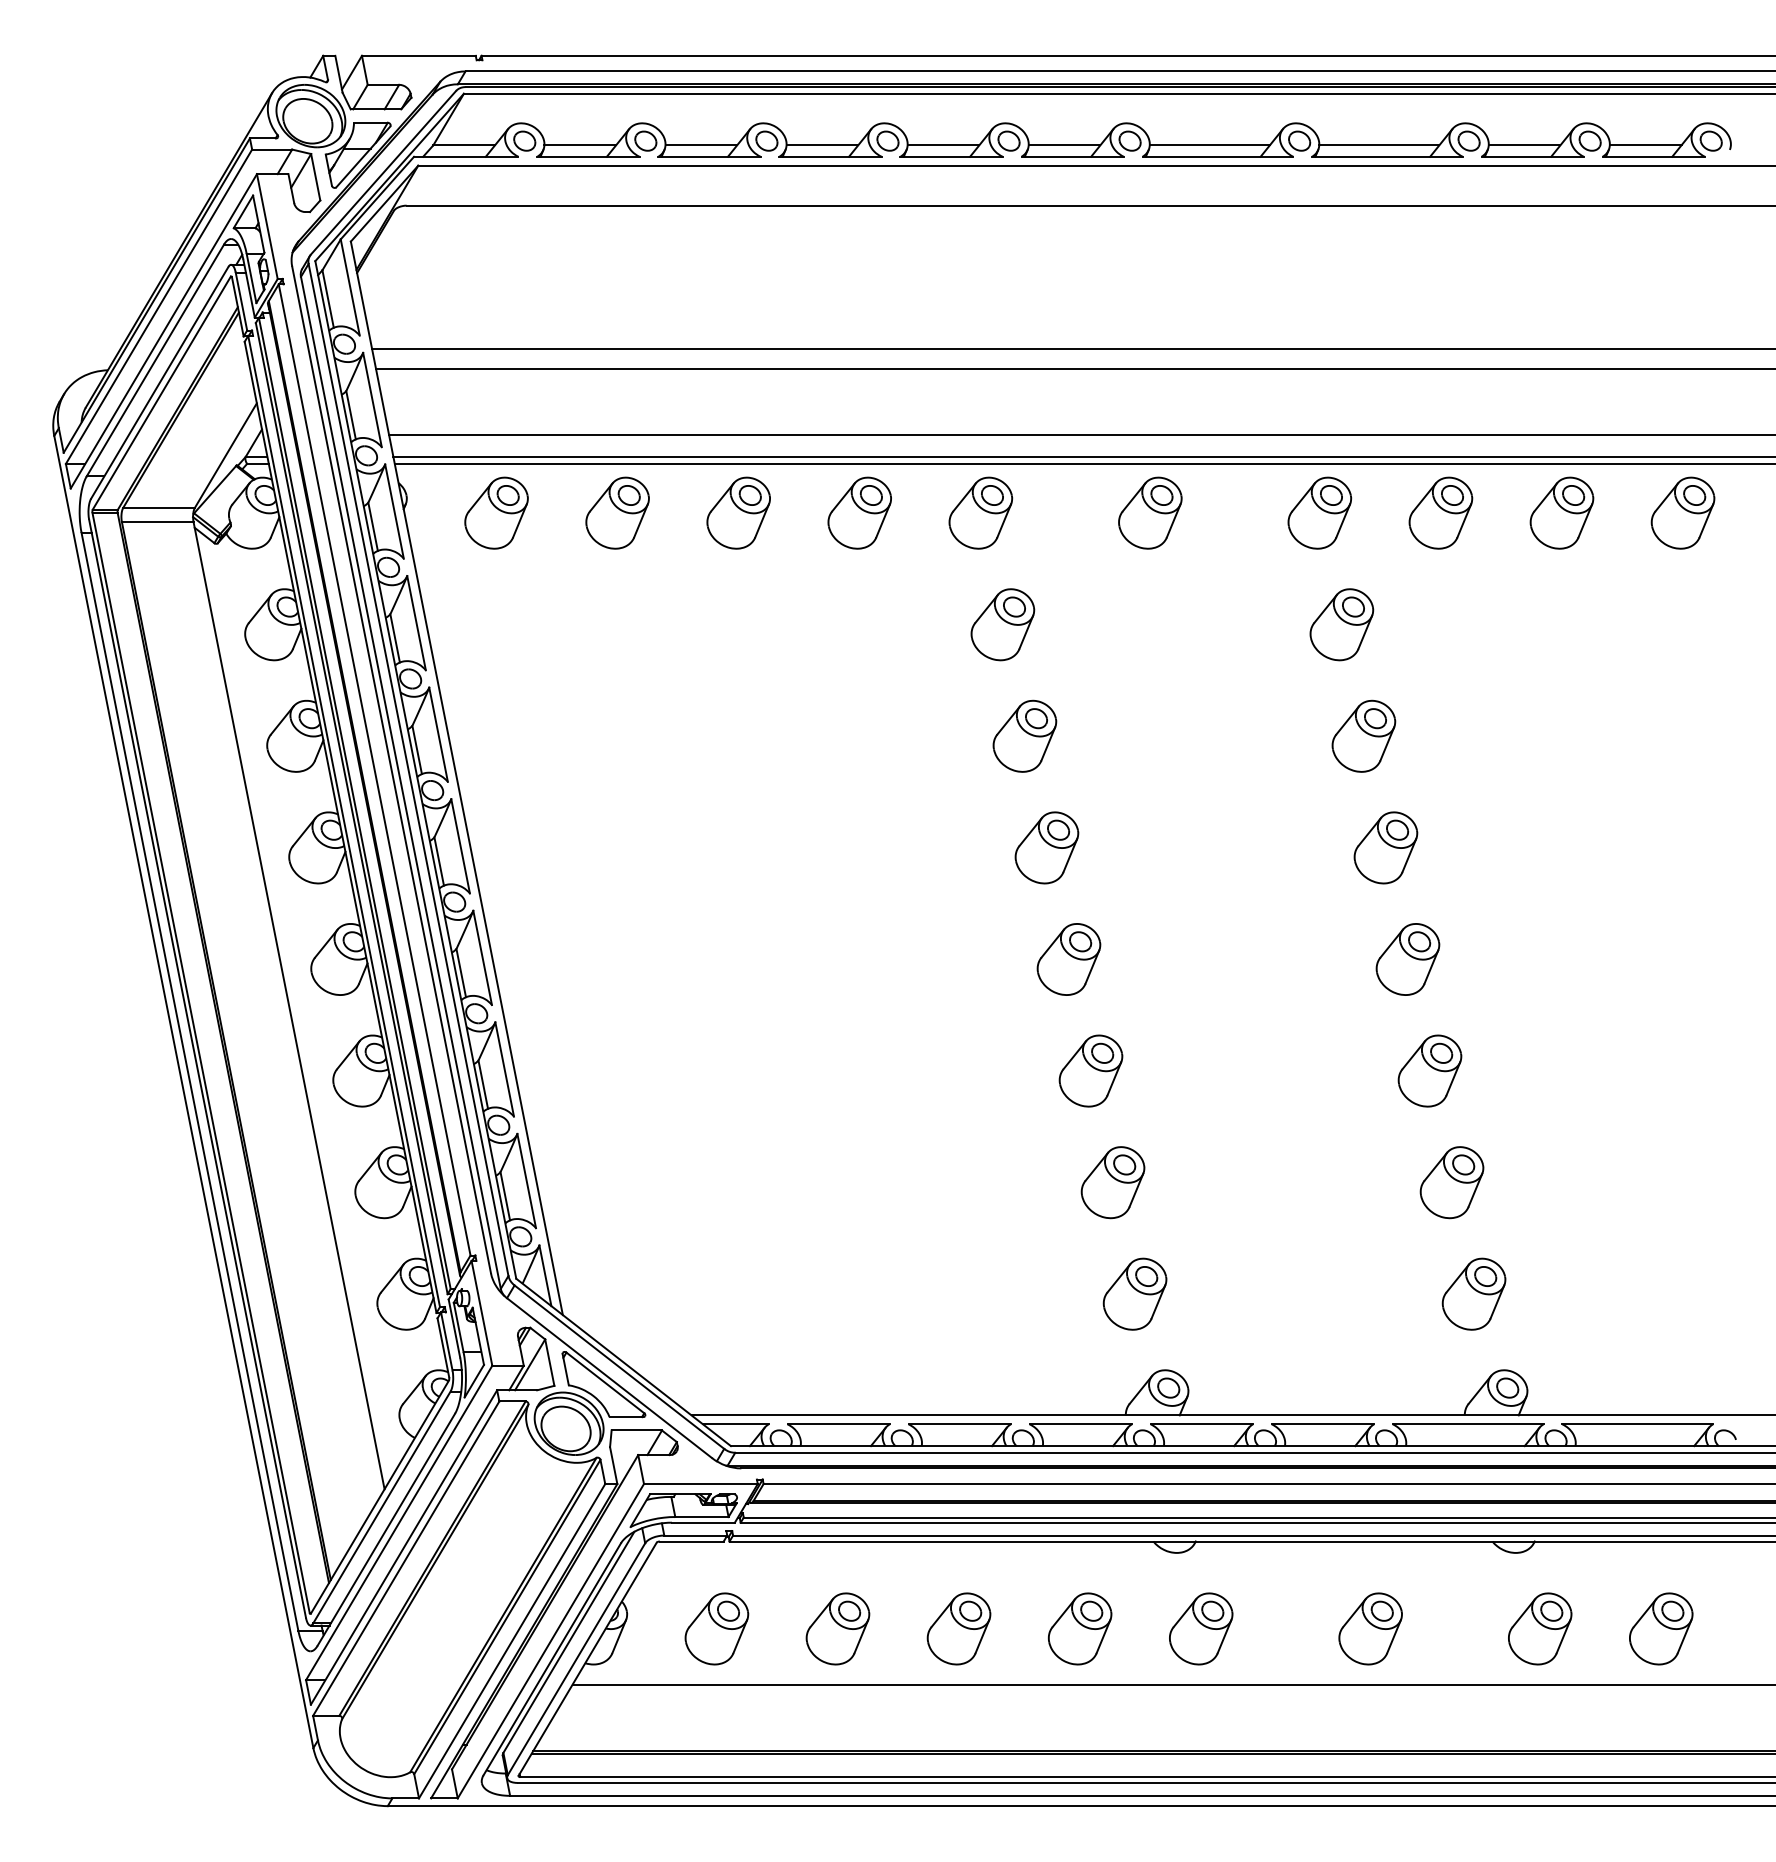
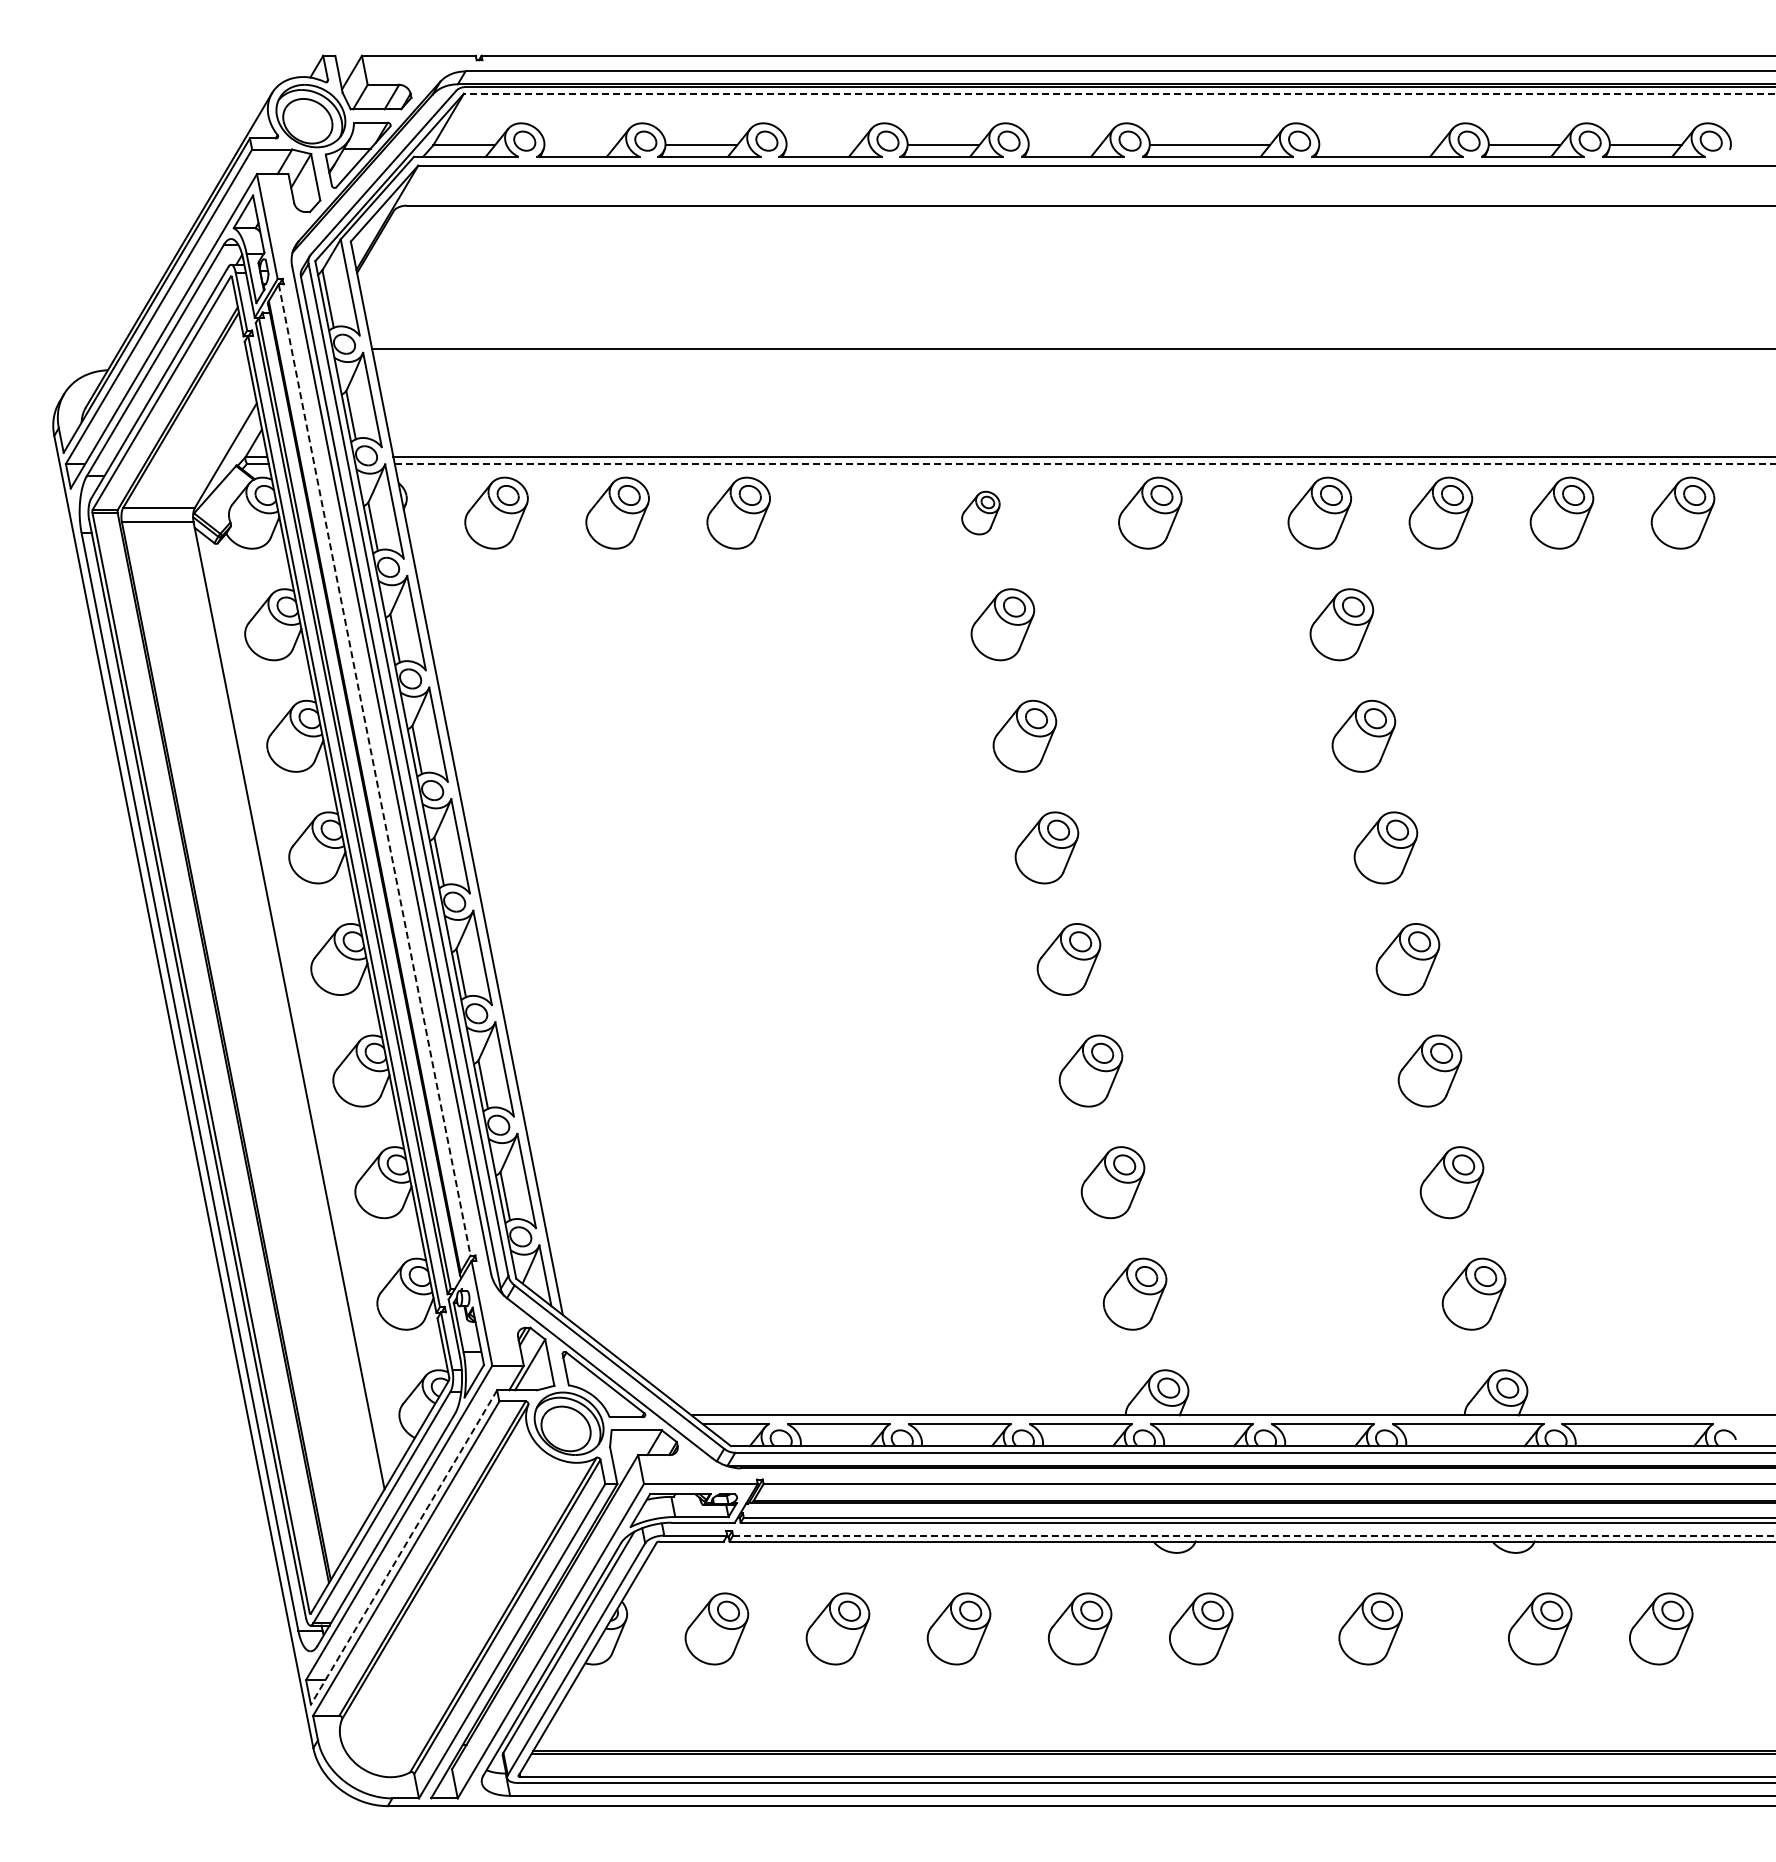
line at (1119, 93): solid -> dashed
line at (580, 145): present -> none
line at (822, 145): present -> none
line at (1064, 145): present -> none
line at (1379, 145): present -> none
line at (1074, 368): present -> none
line at (1080, 435): present -> none
line at (1085, 463): solid -> dashed
part at (859, 512): present -> none
part at (980, 512) size: 66x74 px -> 40x46 px
line at (374, 769): solid -> dashed
line at (1254, 1535): solid -> dashed
line at (404, 1547): solid -> dashed
line at (1172, 1684): present -> none
